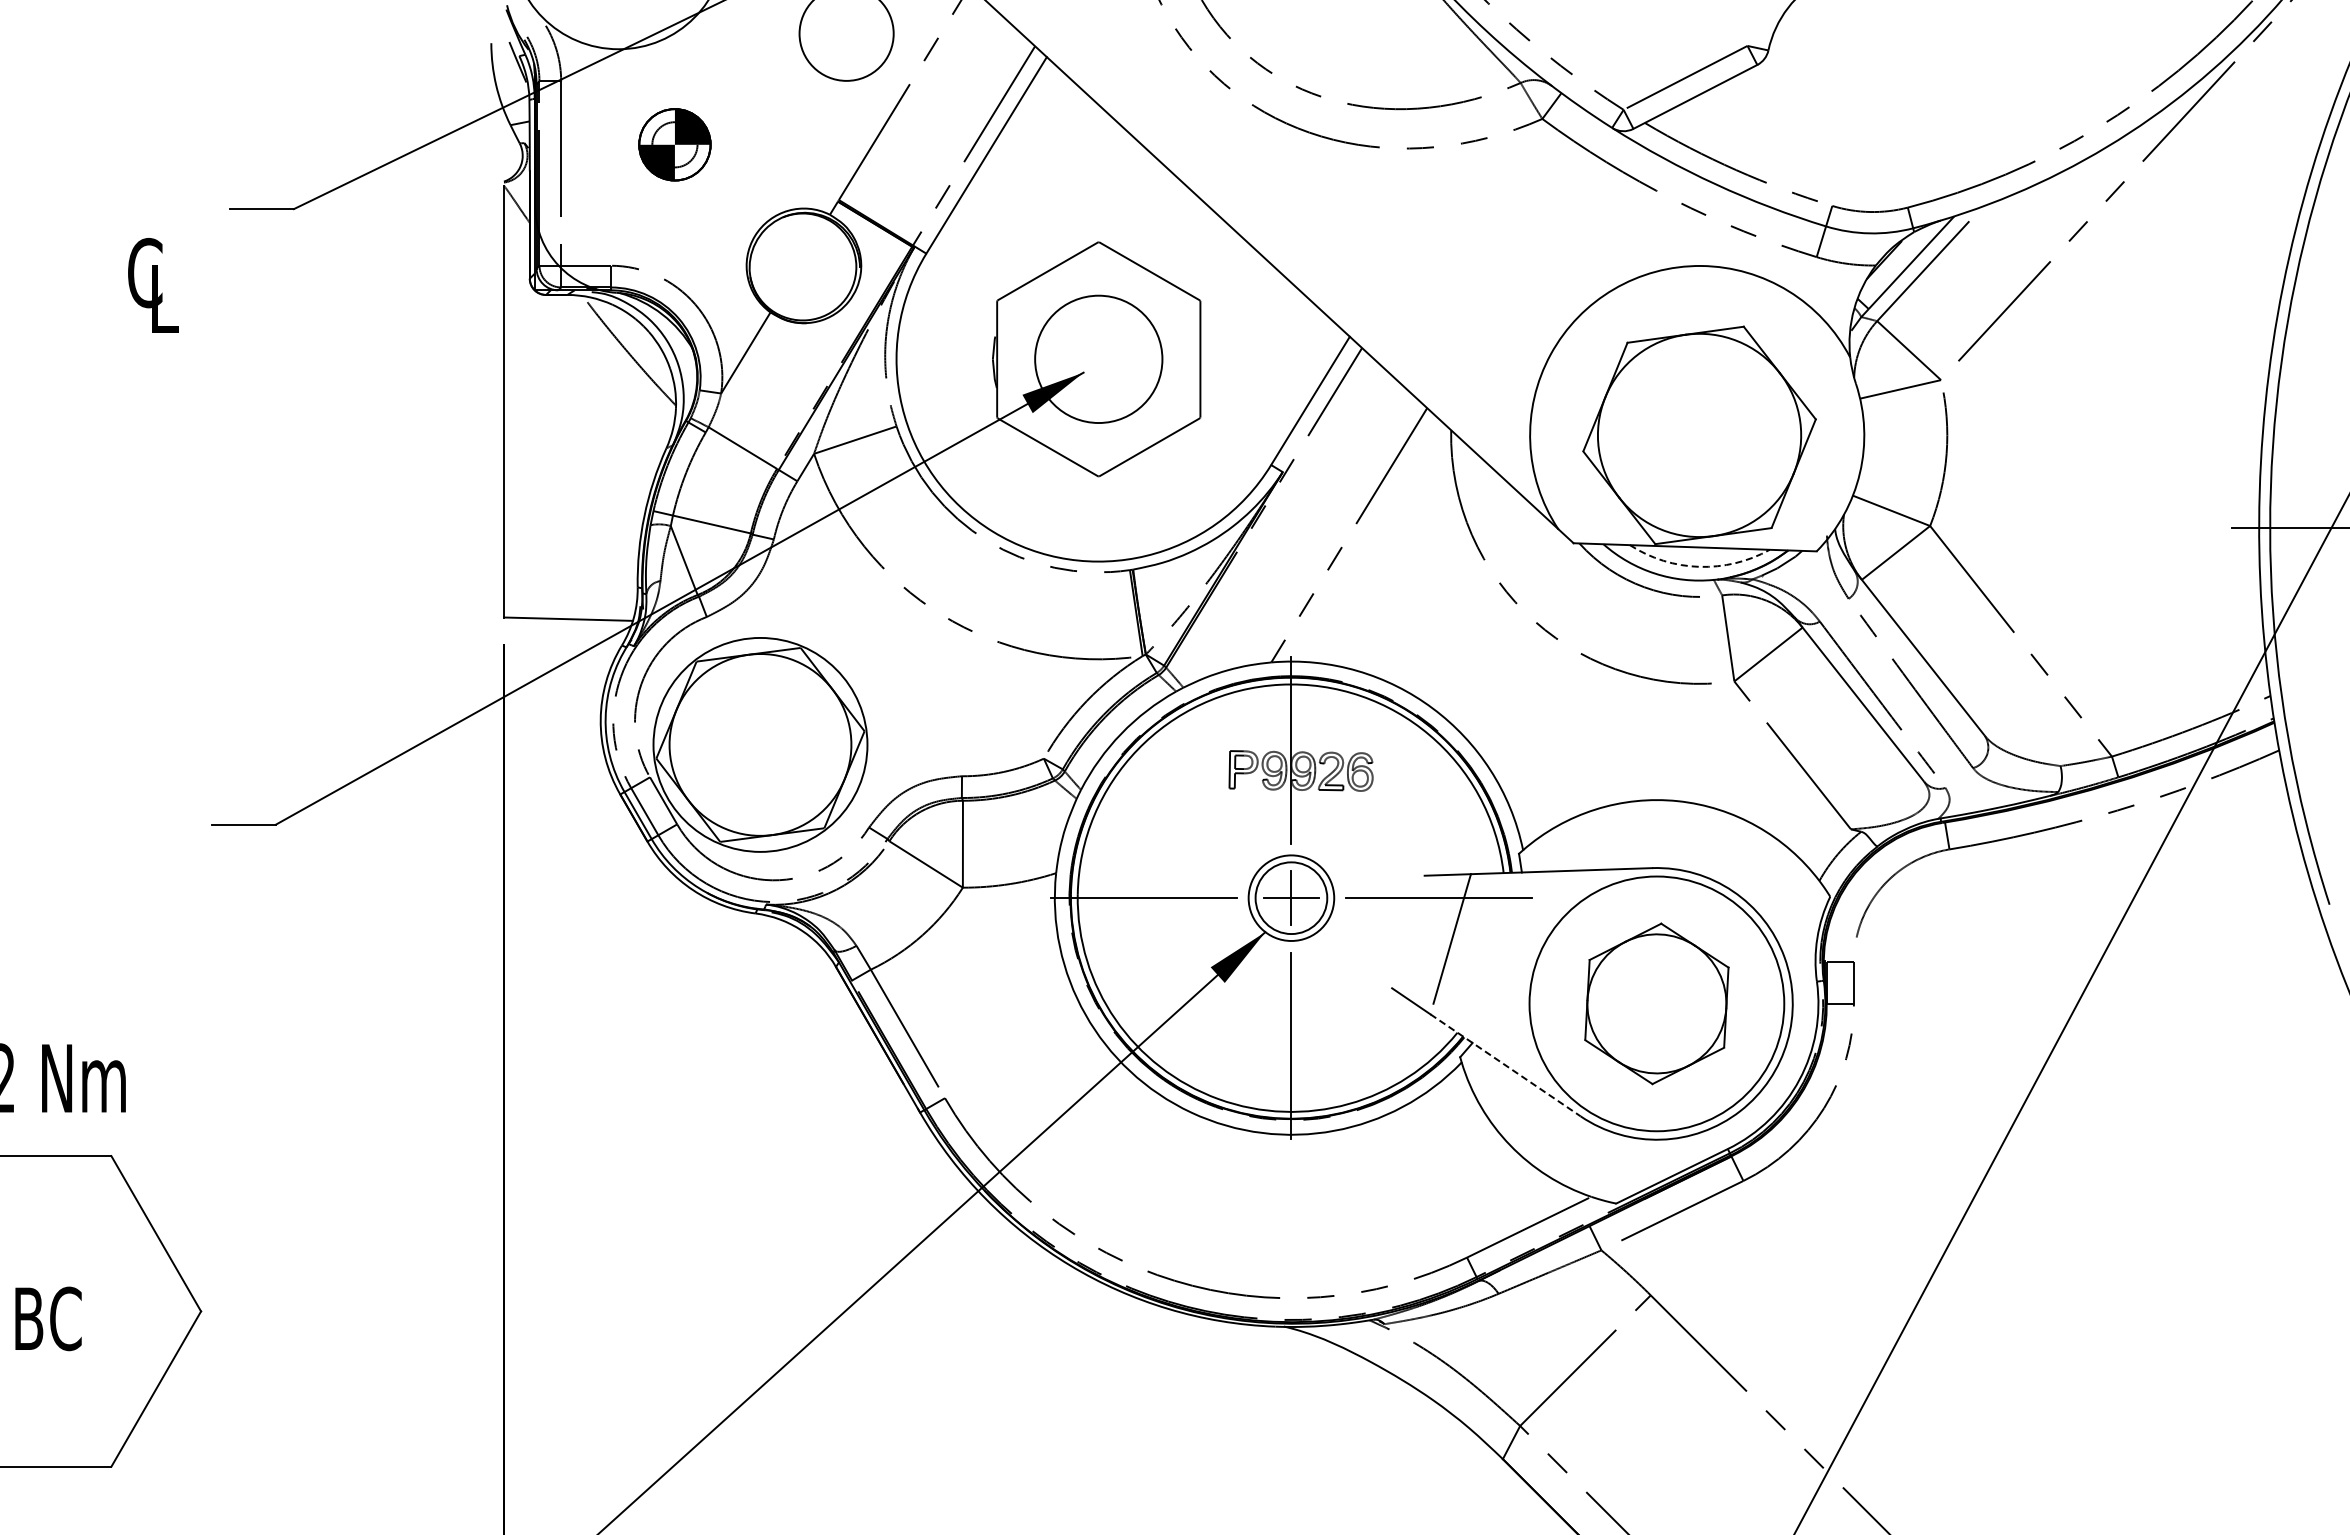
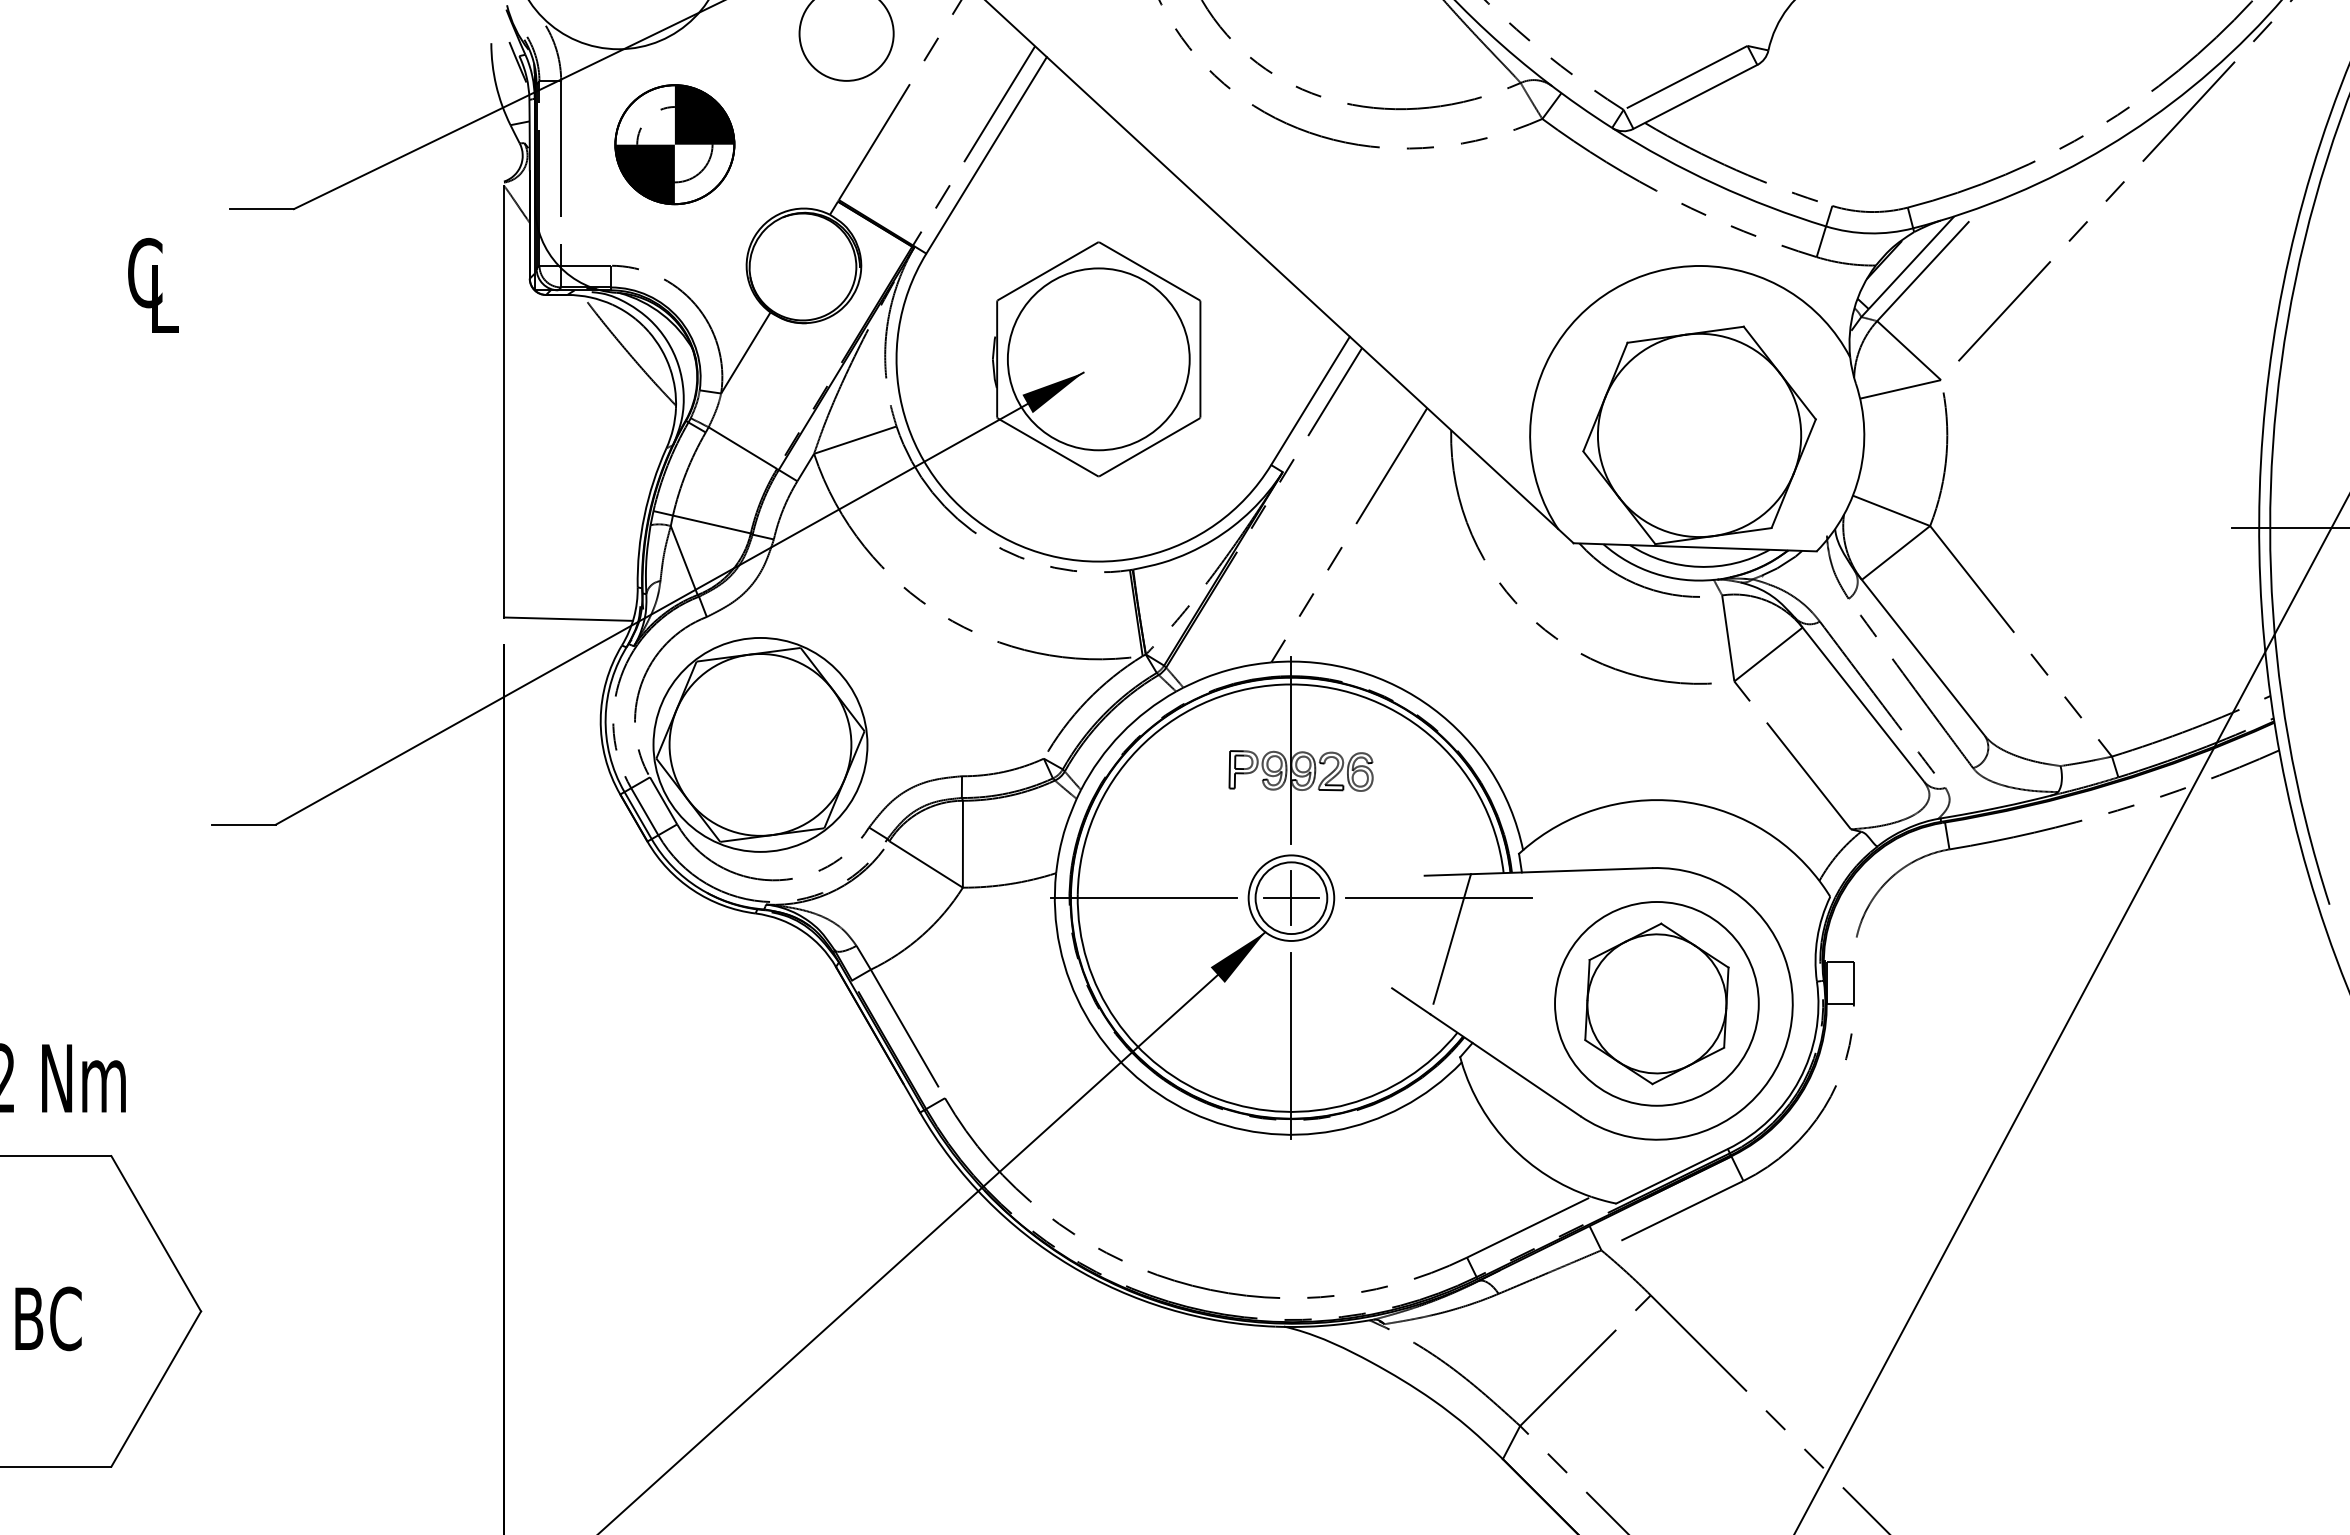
part at (674, 144) size: 74x74 px -> 122x122 px
circle at (1098, 359) diameter: 127 px -> 182 px
arc at (1699, 566): dashed -> solid
circle at (1656, 1003) diameter: 255 px -> 204 px
line at (1505, 1065): dashed -> solid
